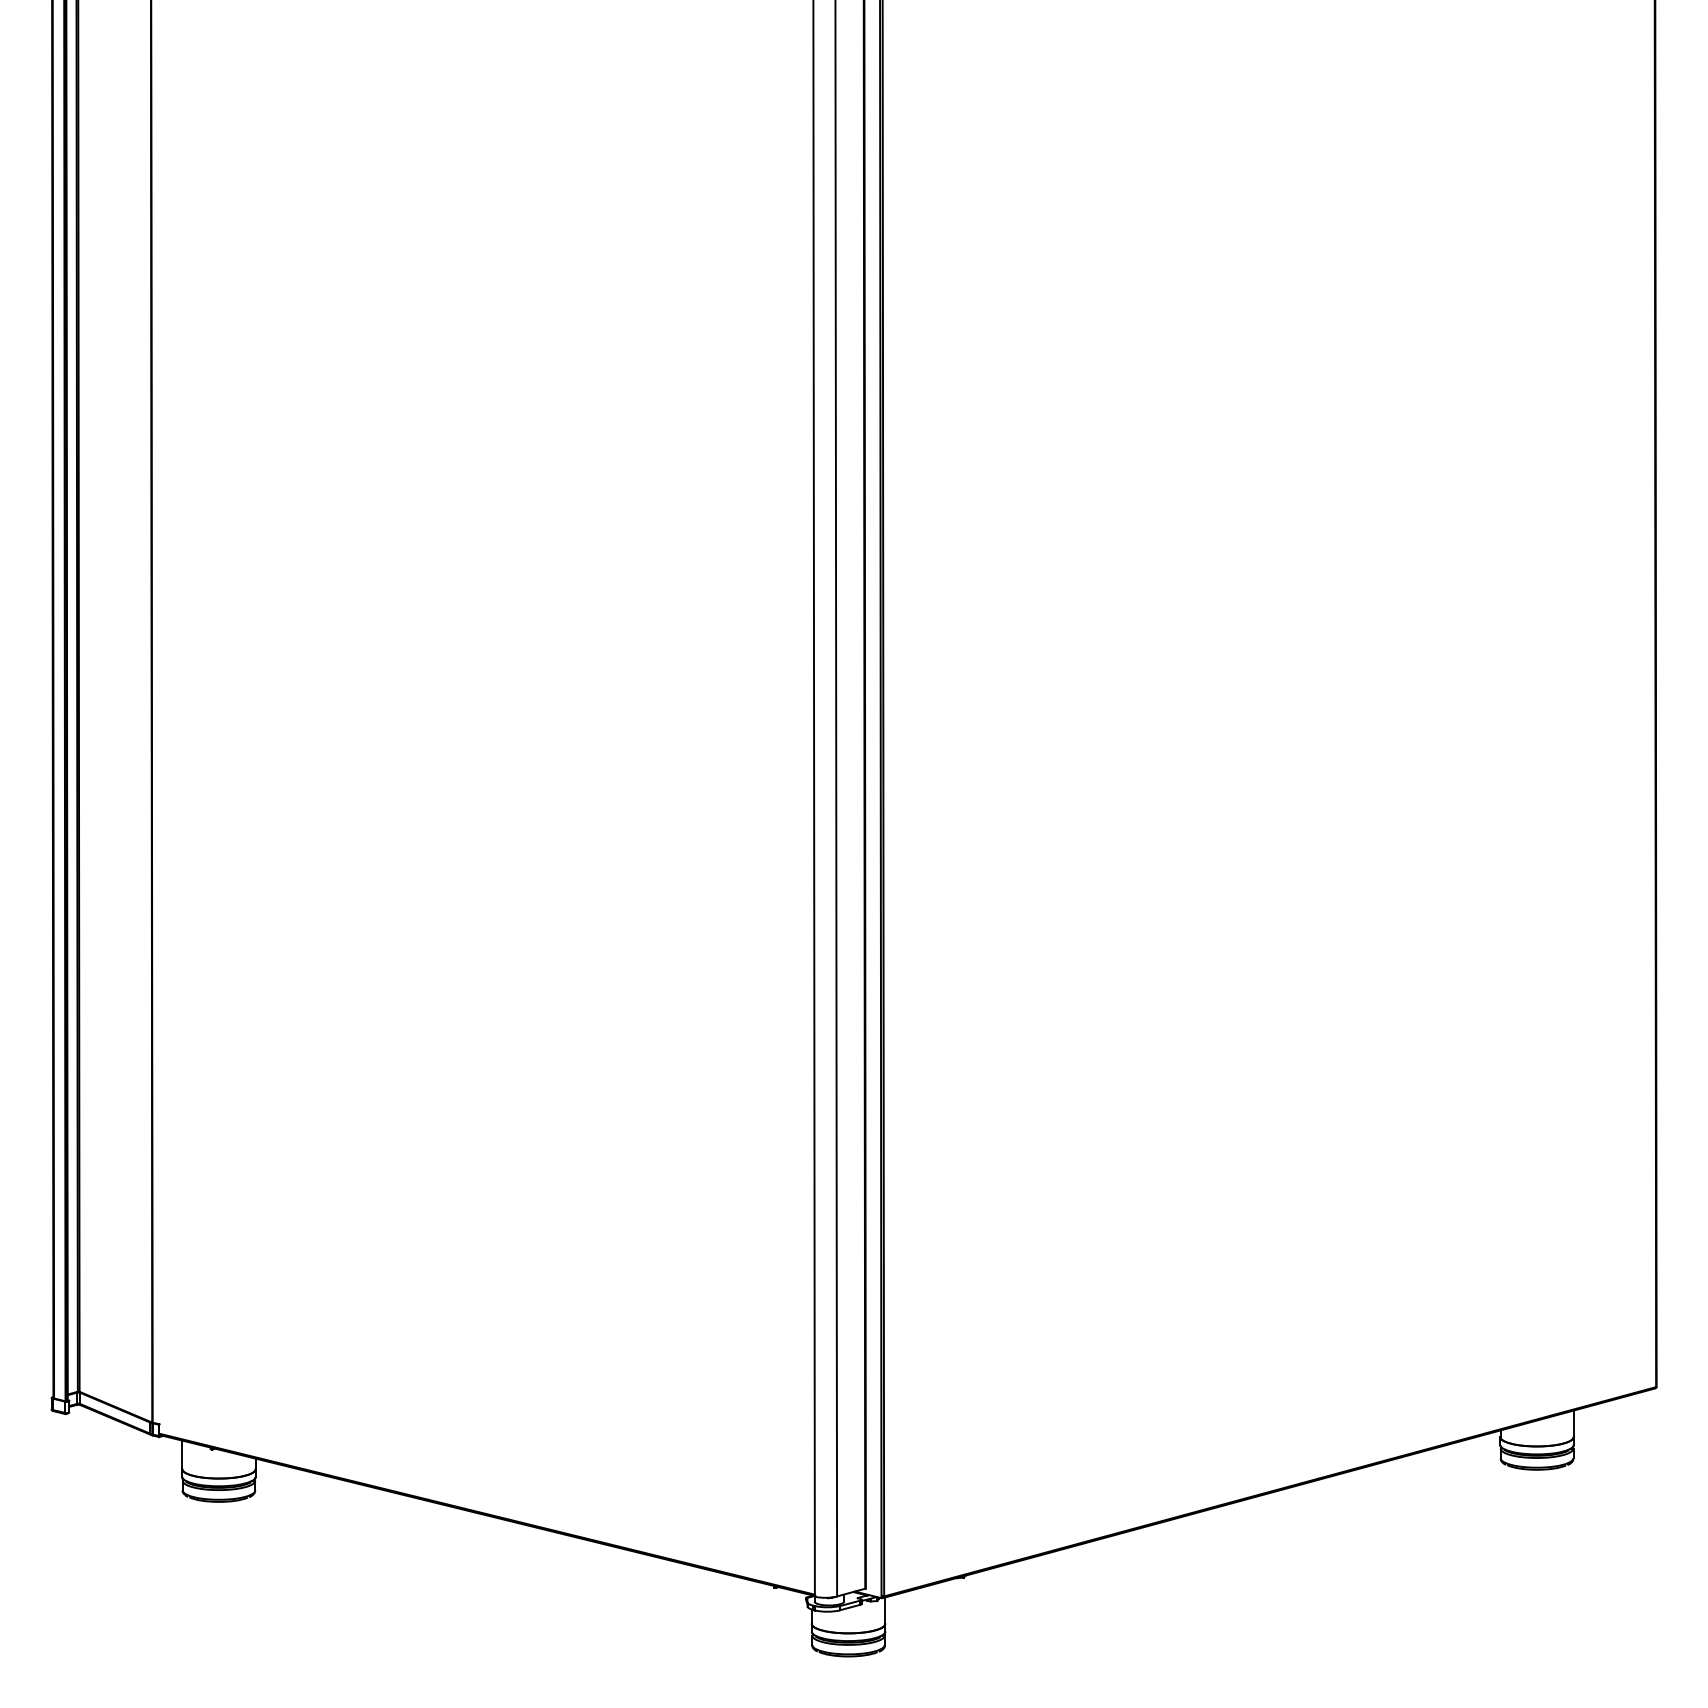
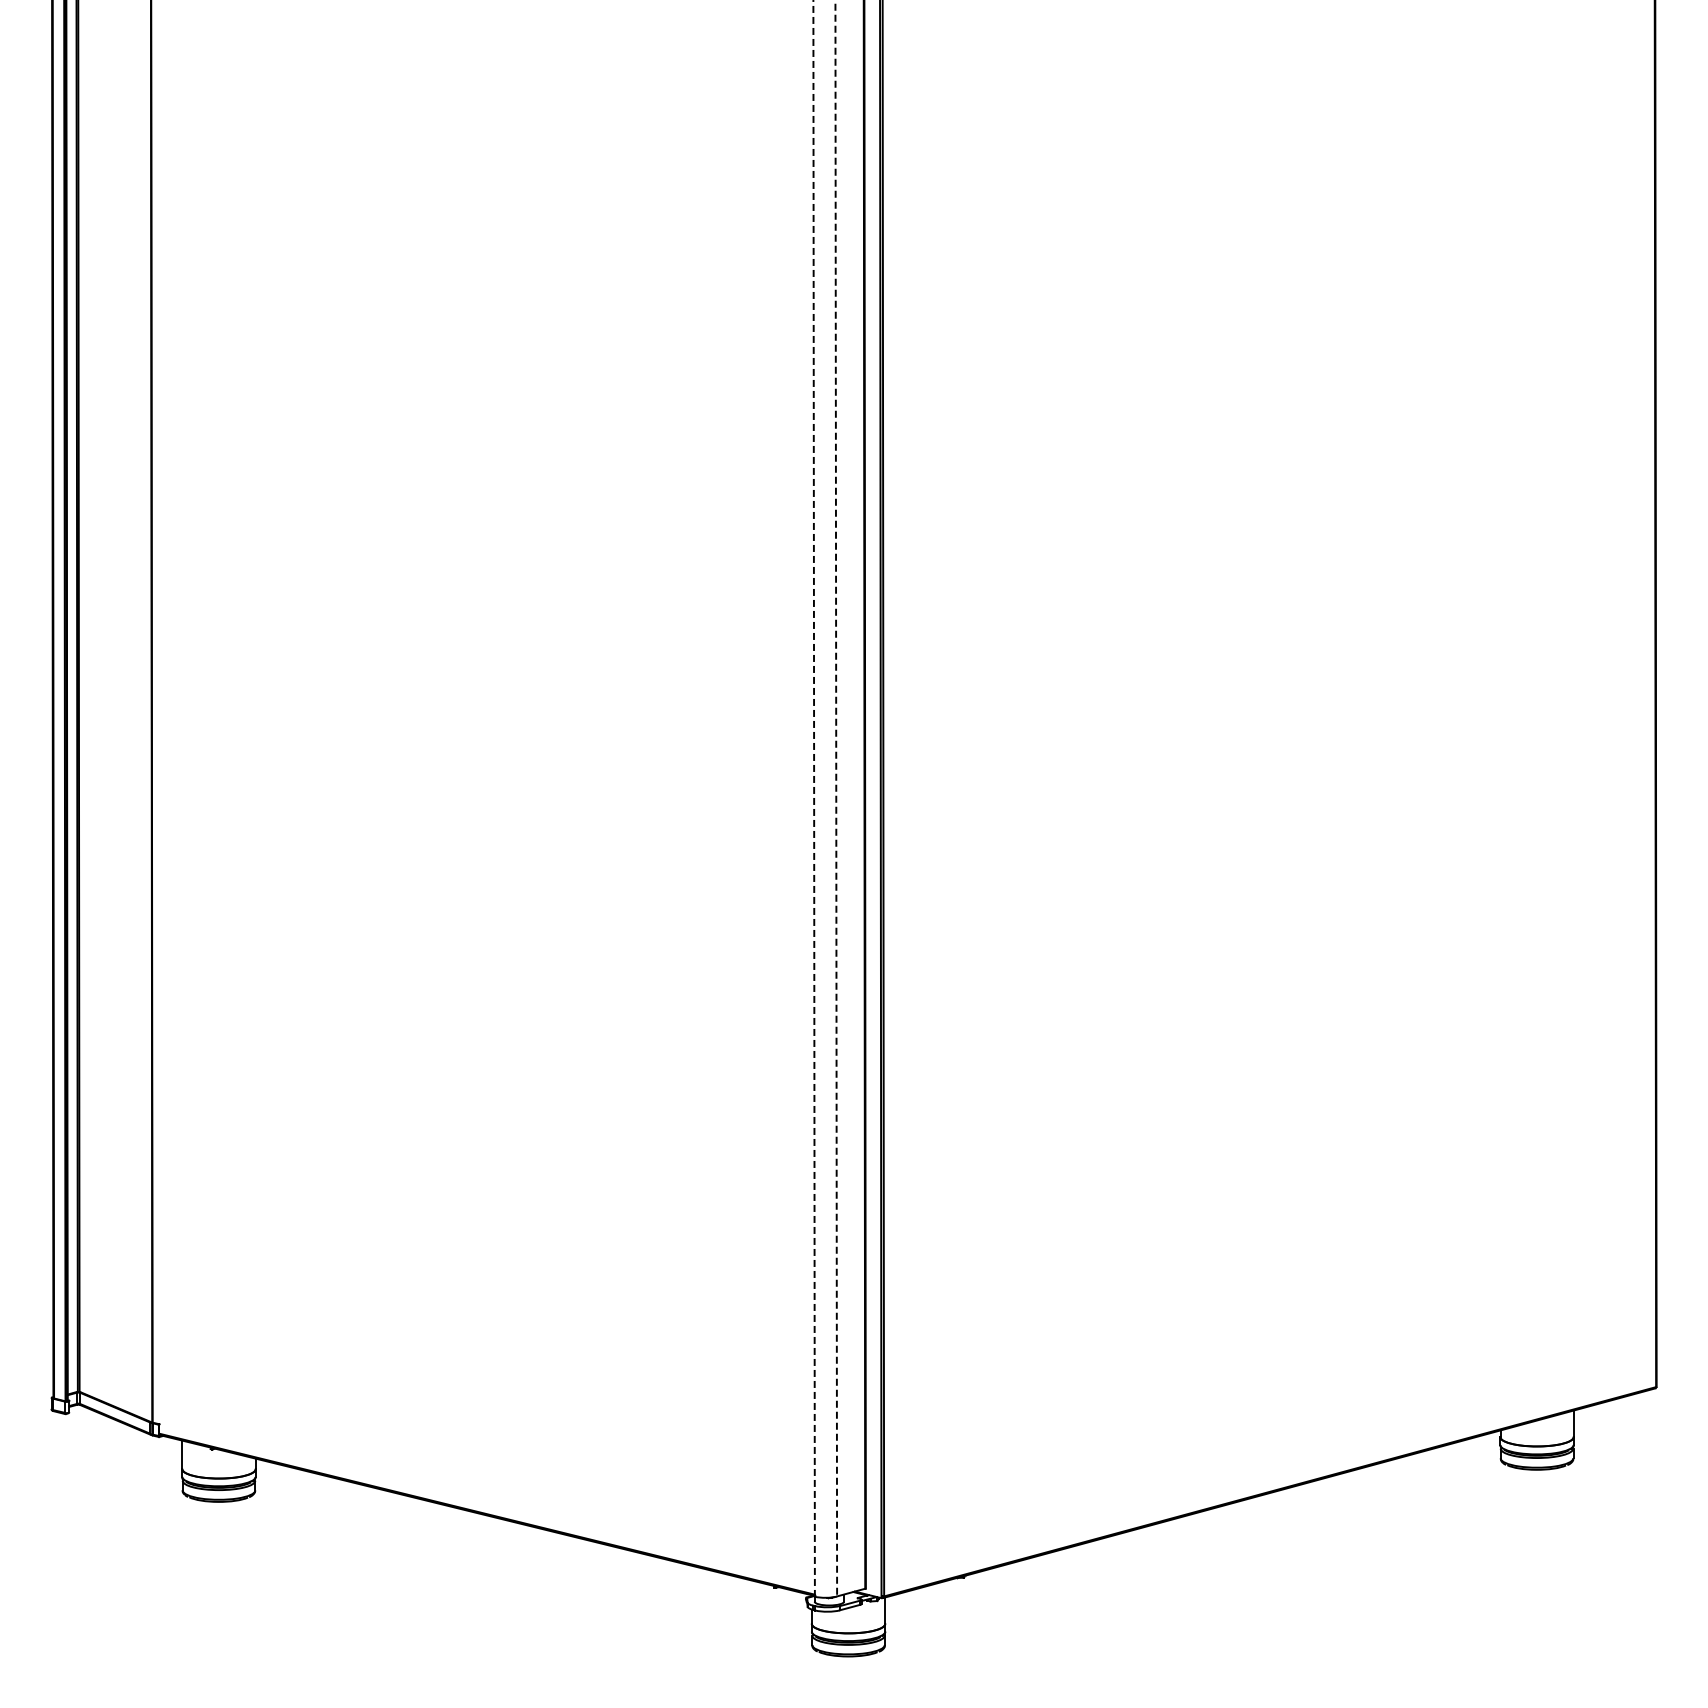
line at (814, 797): solid -> dashed
line at (836, 798): solid -> dashed
